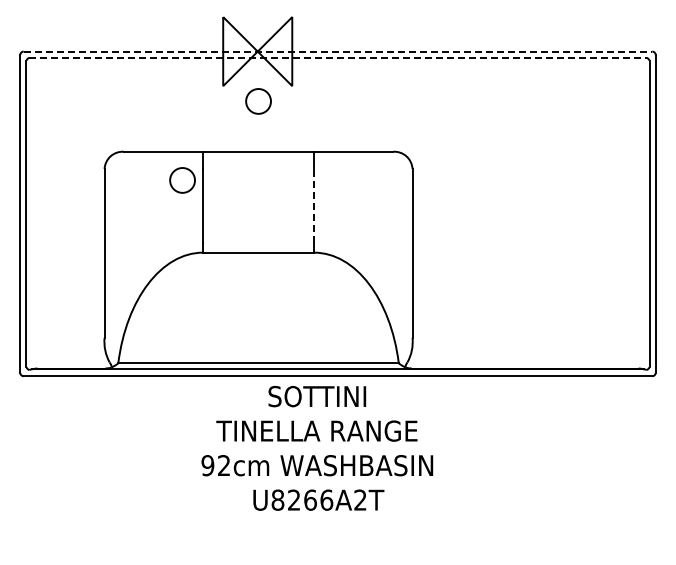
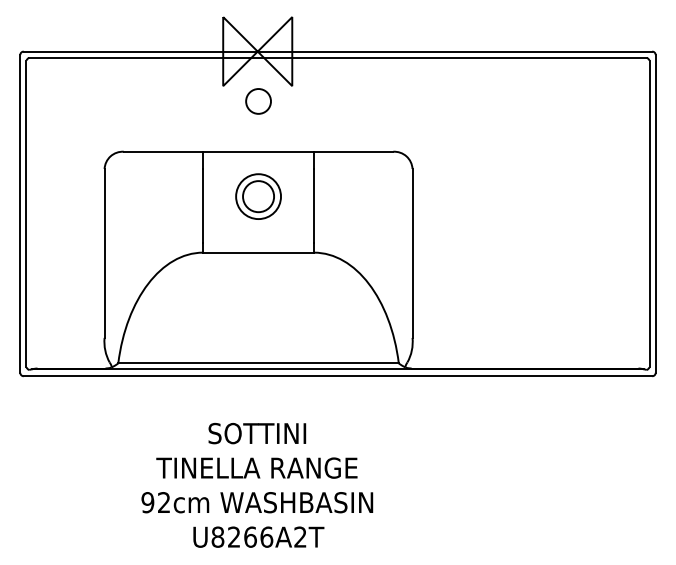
line at (338, 51): dashed -> solid
line at (338, 57): dashed -> solid
circle at (182, 180): present -> none
part at (258, 196): none -> present
line at (314, 205): dashed -> solid
text at (317, 447) position: (317, 447) -> (257, 484)
